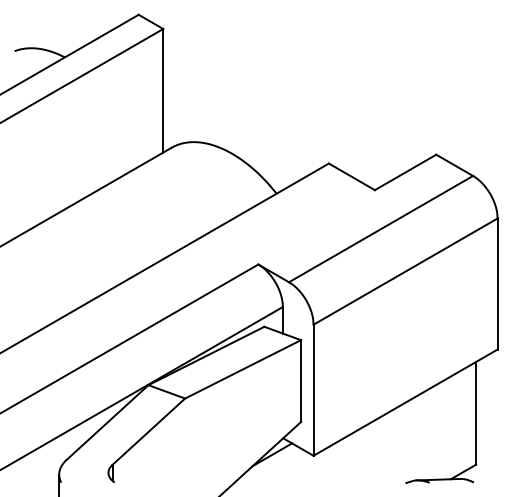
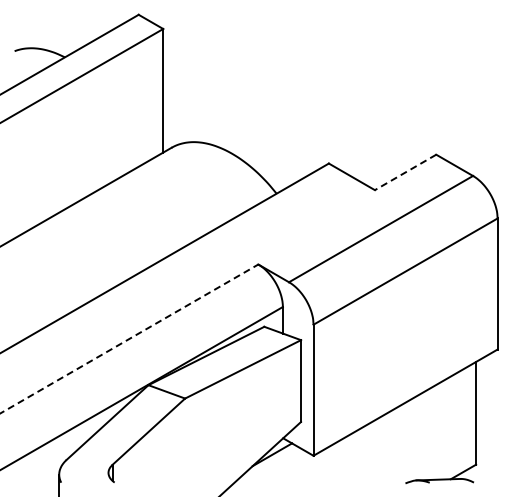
line at (405, 172): solid -> dashed
line at (129, 338): solid -> dashed
